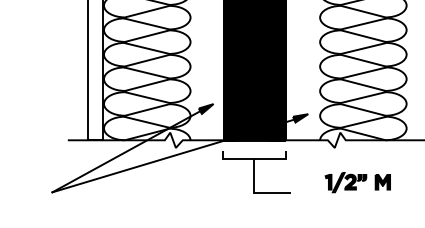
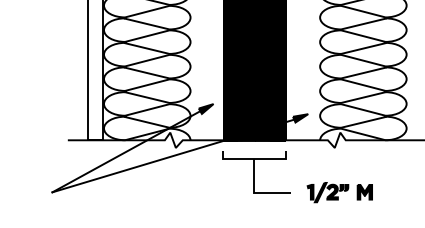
part at (357, 182) position: (357, 182) -> (339, 192)
